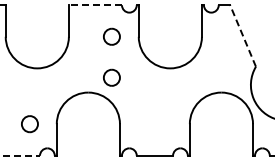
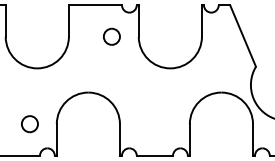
line at (95, 5): dashed -> solid
line at (242, 35): dashed -> solid
part at (111, 77): present -> none
line at (20, 155): dashed -> solid
